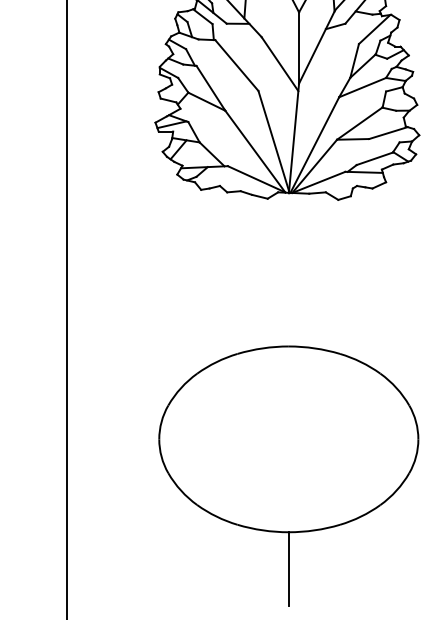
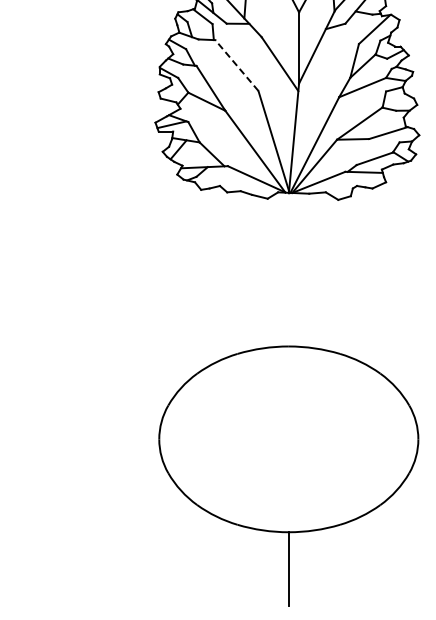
line at (236, 65): solid -> dashed
line at (66, 309): present -> none
